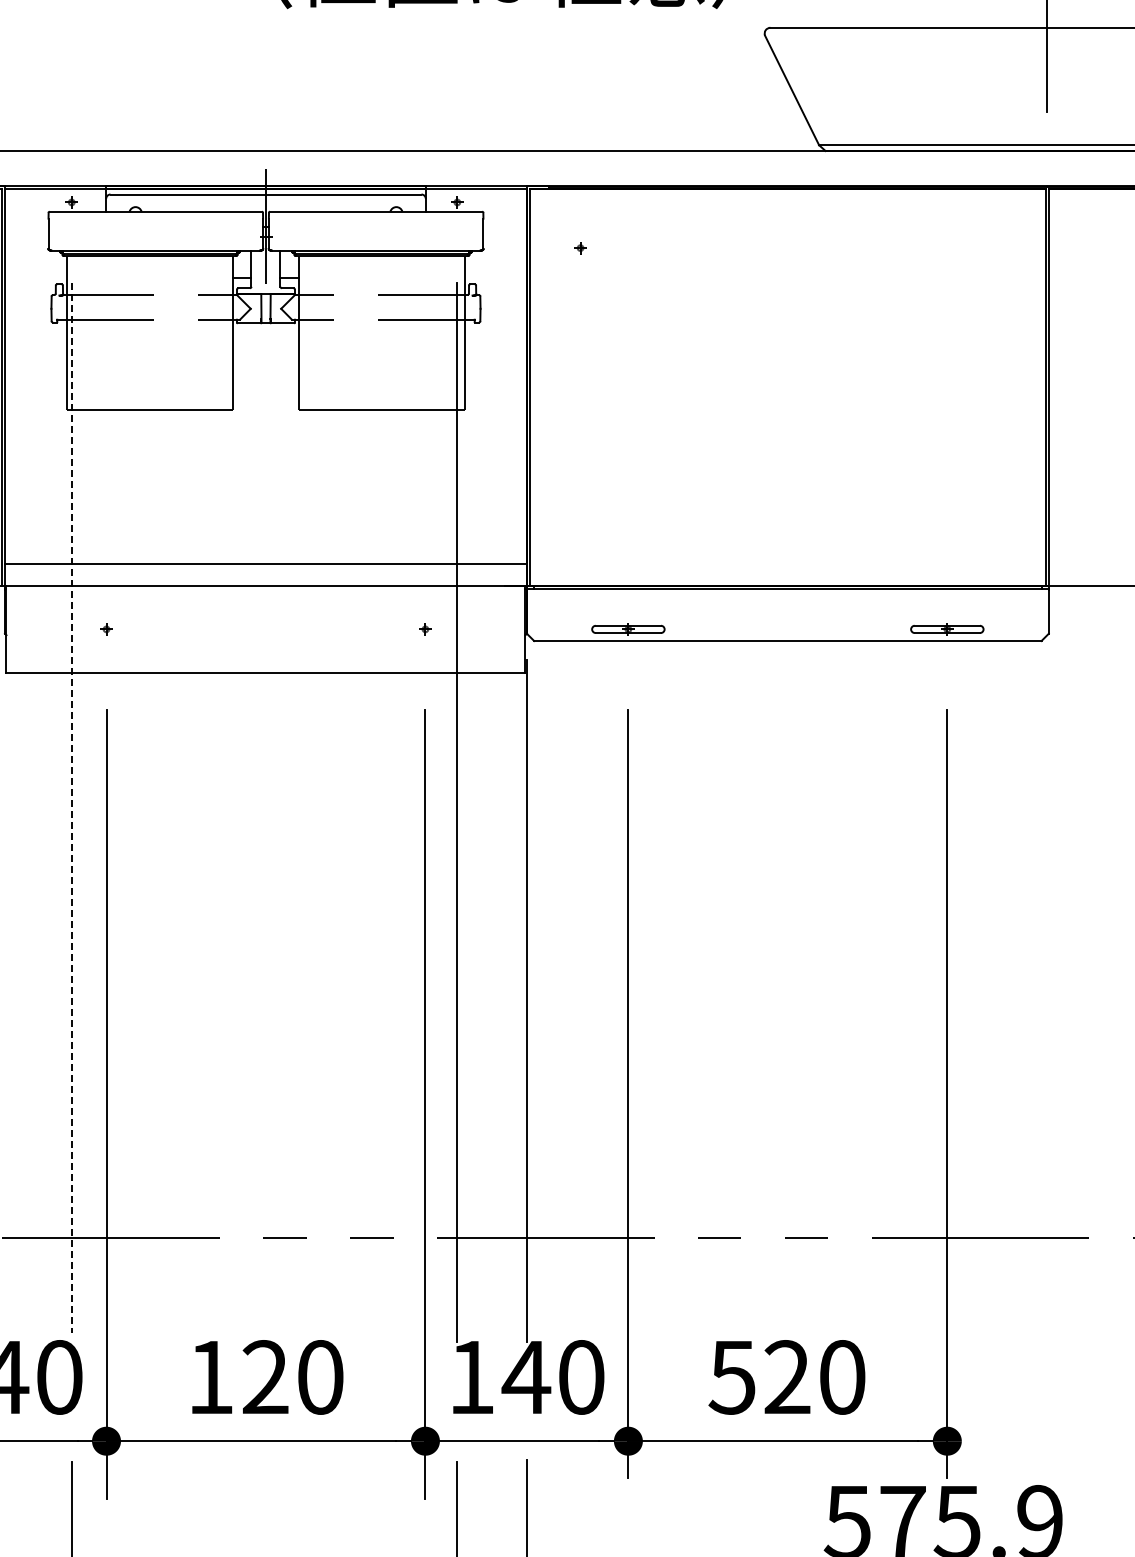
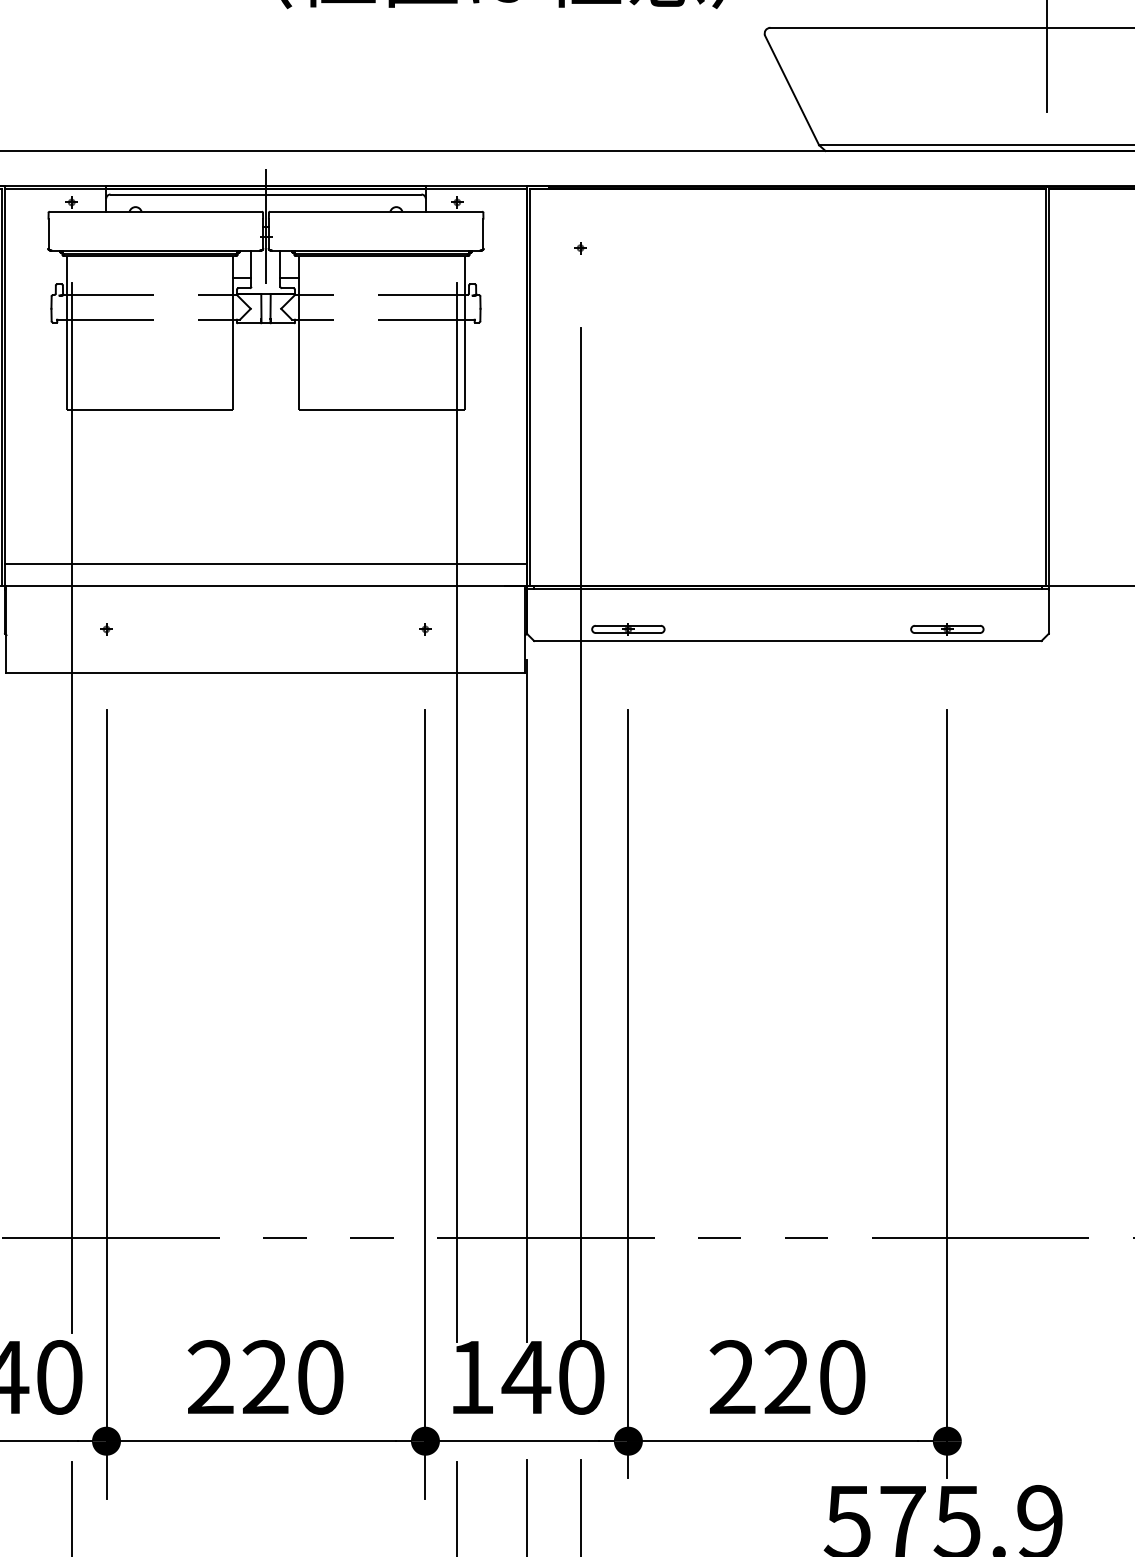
line at (71, 808): dashed -> solid
line at (580, 834): none -> present
text at (210, 1376): 120 -> 220
text at (731, 1377): 520 -> 220
line at (580, 1506): none -> present
